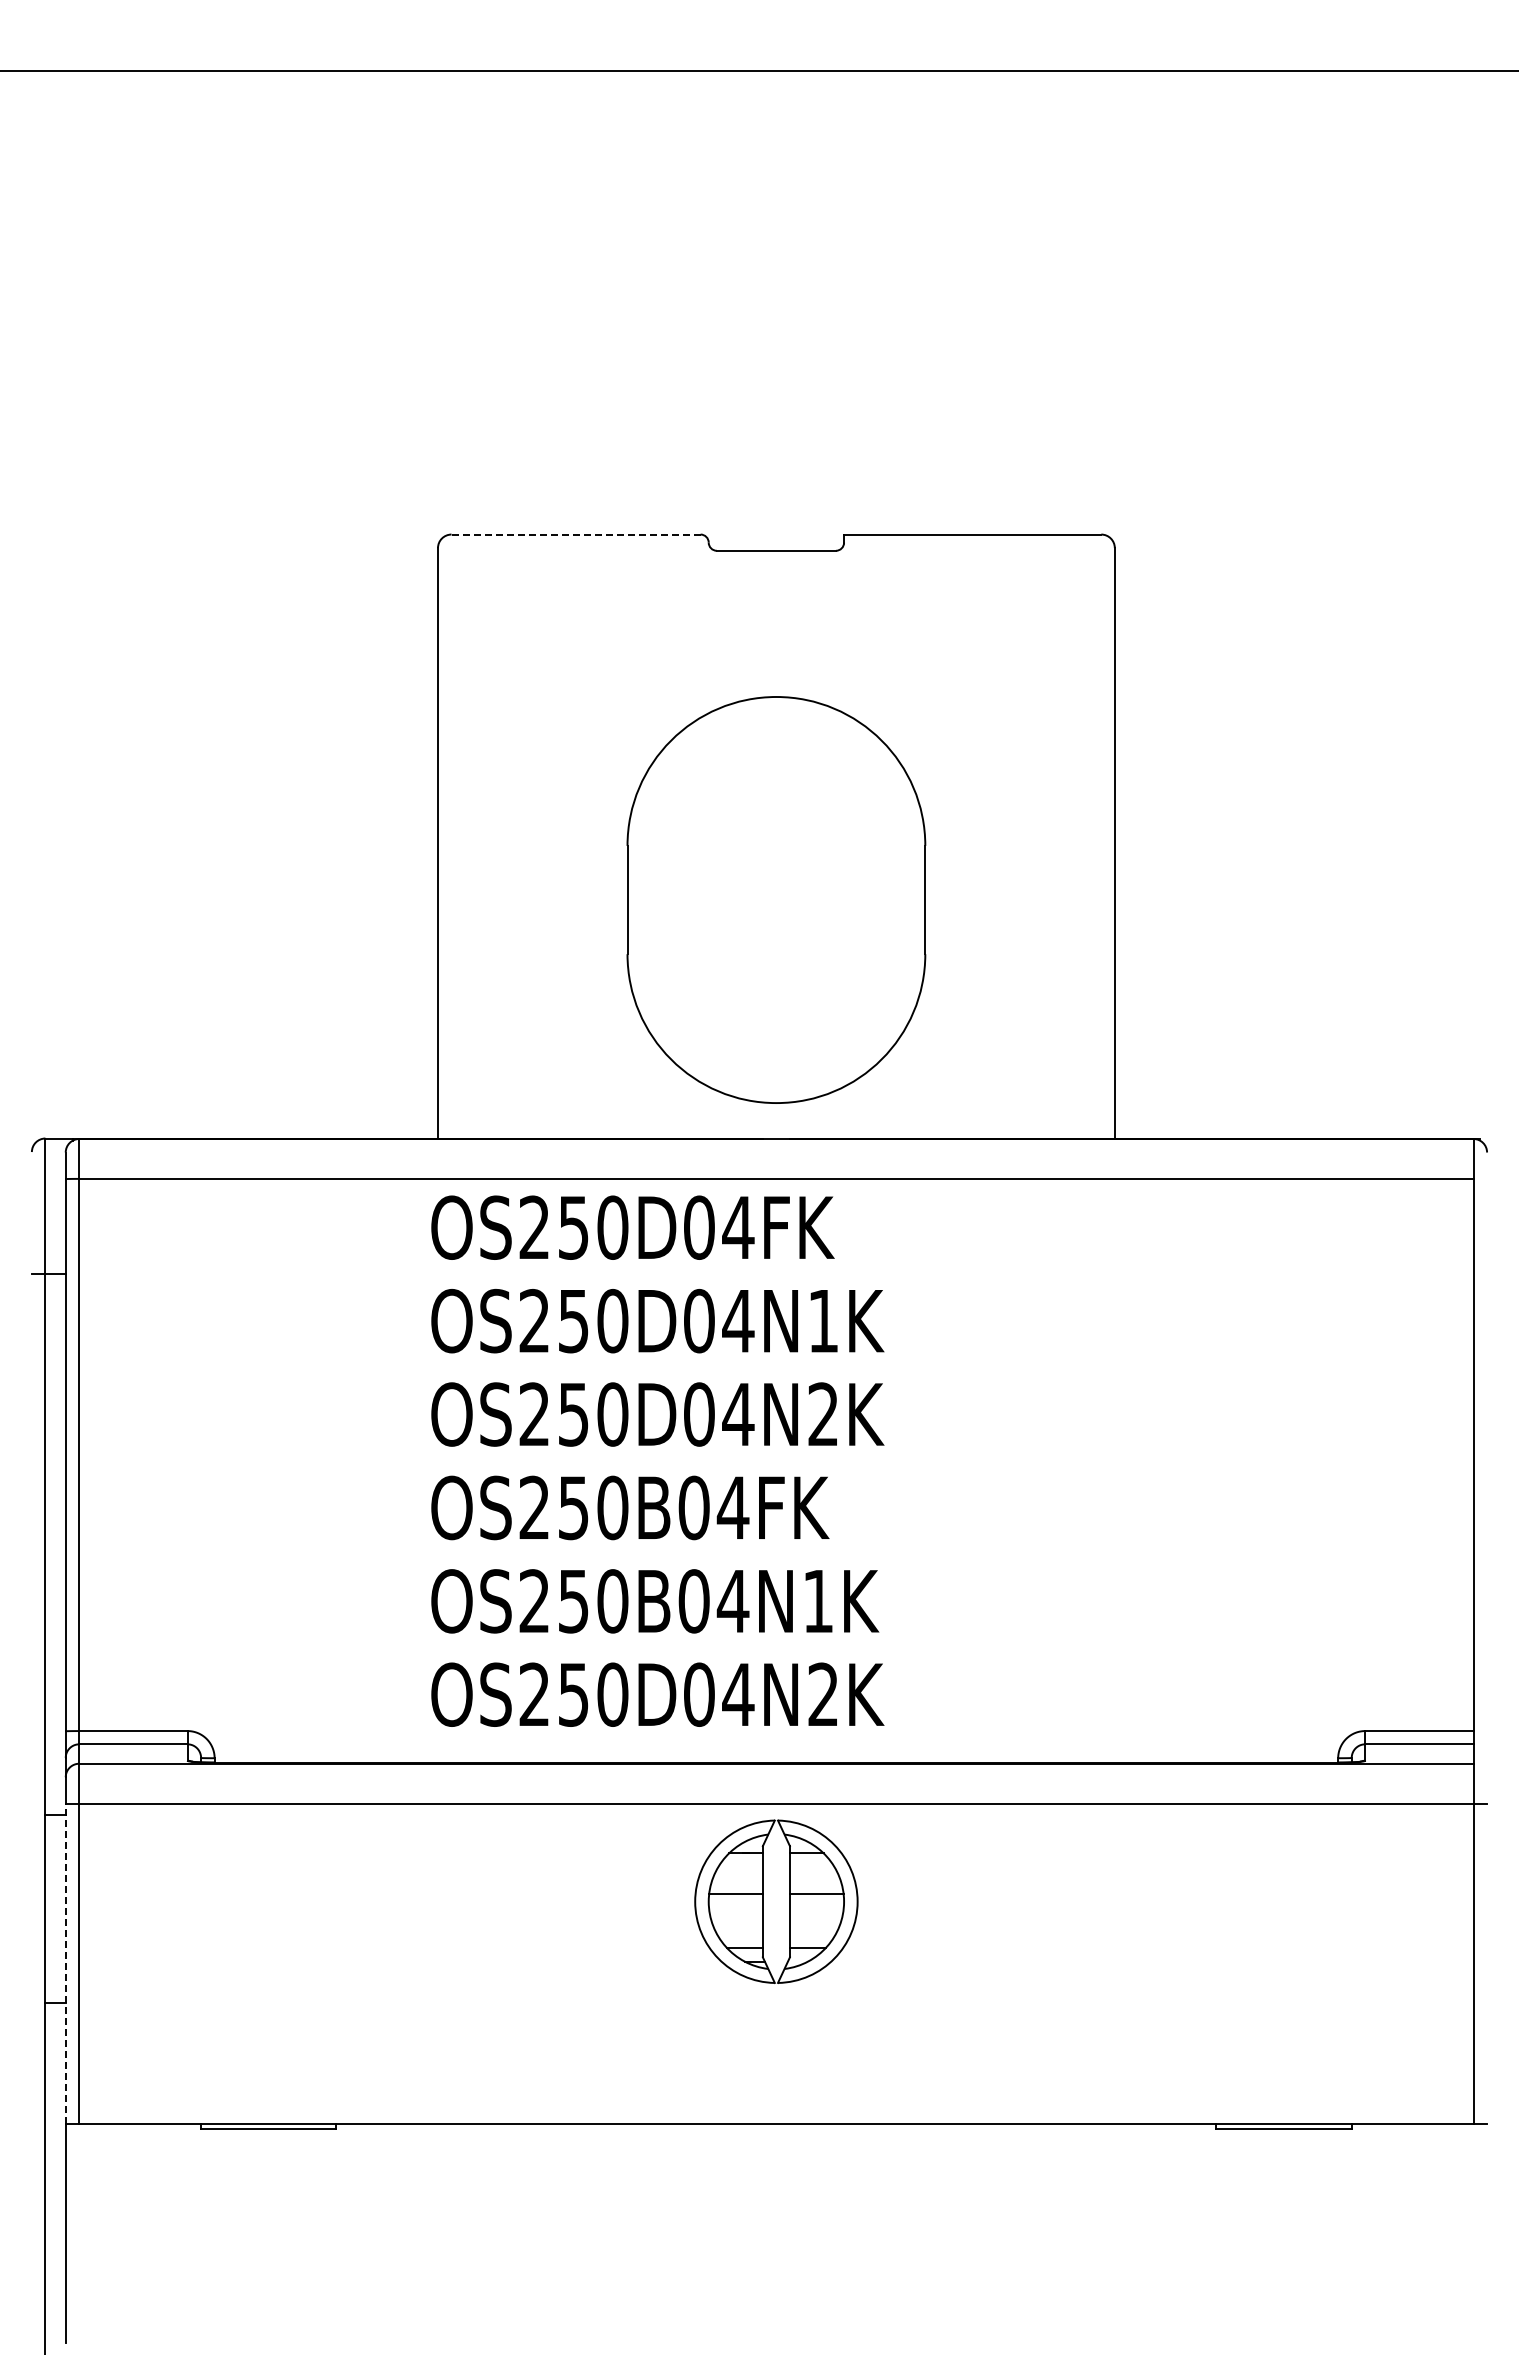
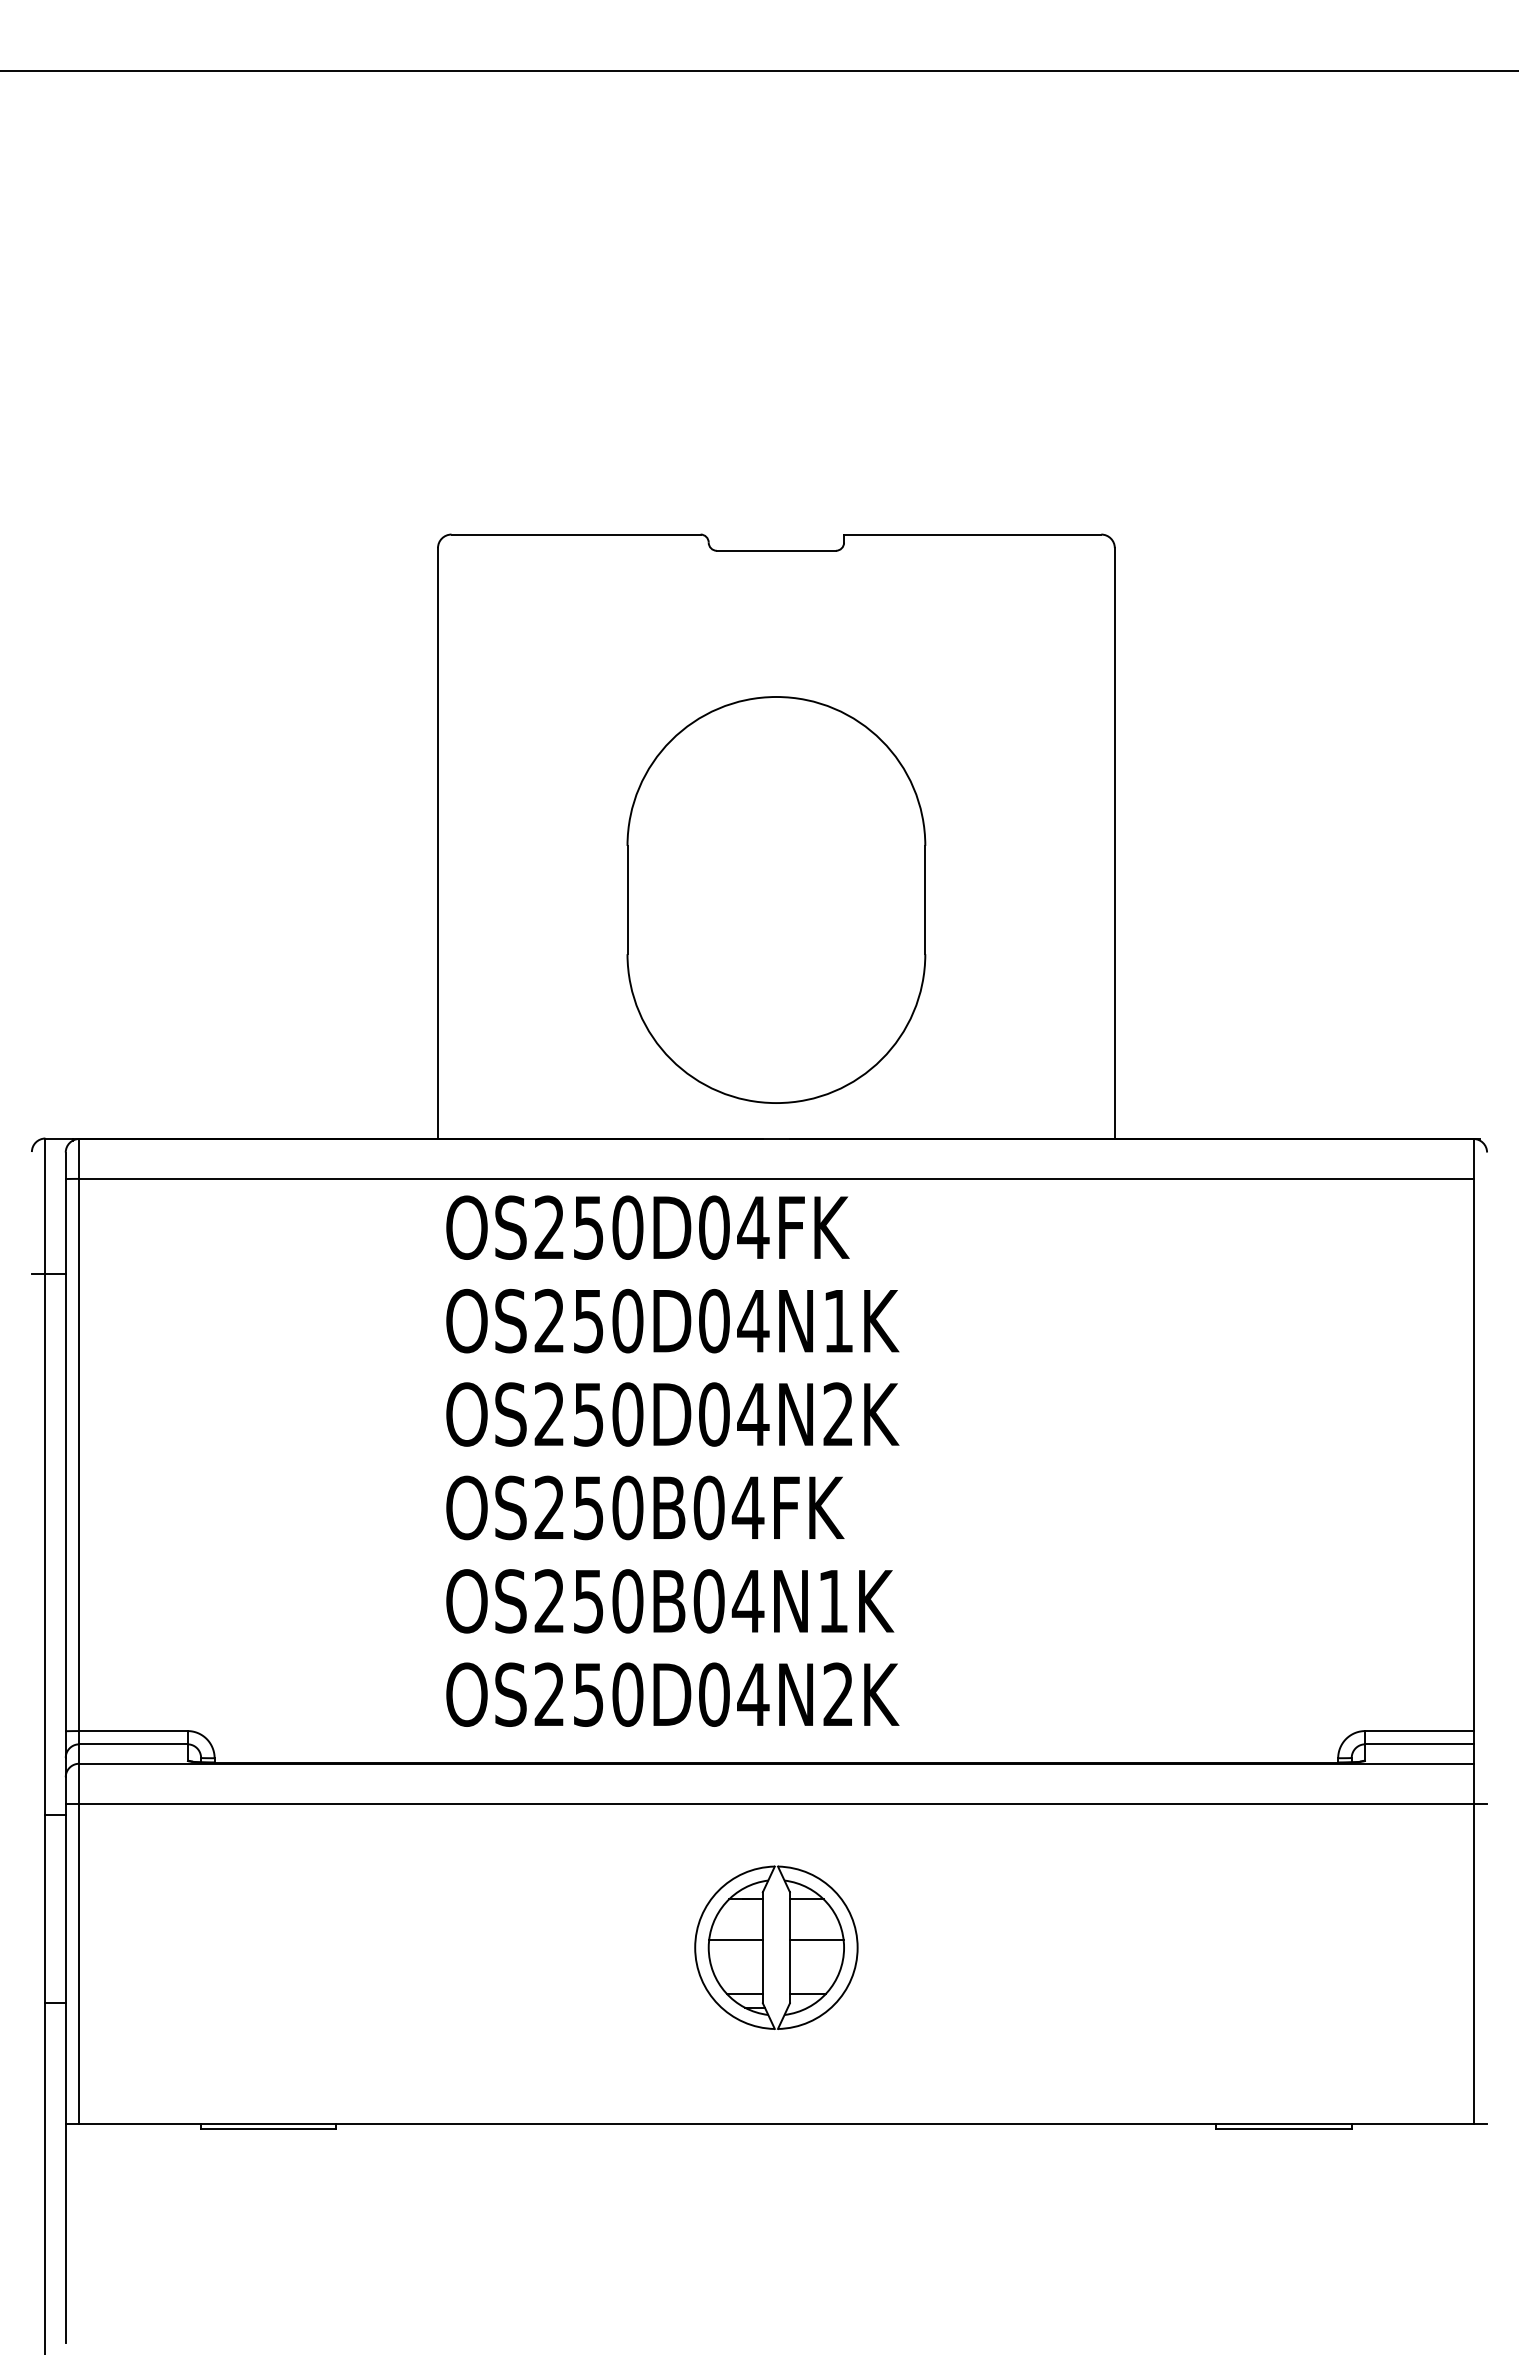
line at (576, 534): dashed -> solid
text at (657, 1460) position: (657, 1460) -> (672, 1460)
part at (763, 1901) position: (763, 1901) -> (763, 1947)
line at (65, 1964): dashed -> solid
